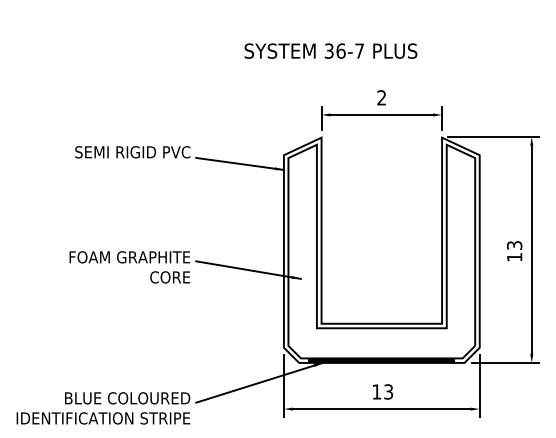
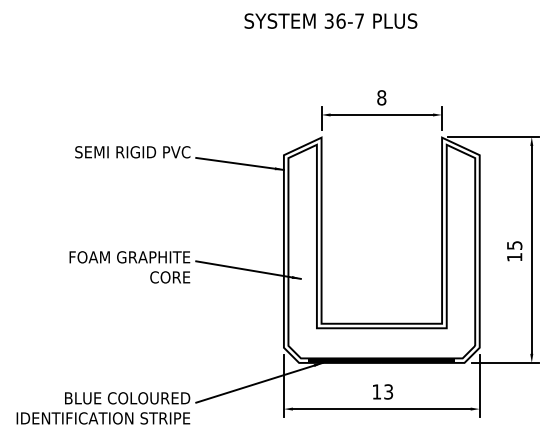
text at (330, 50) position: (330, 50) -> (330, 20)
text at (381, 97): 2 -> 8
text at (514, 245): 13 -> 15
